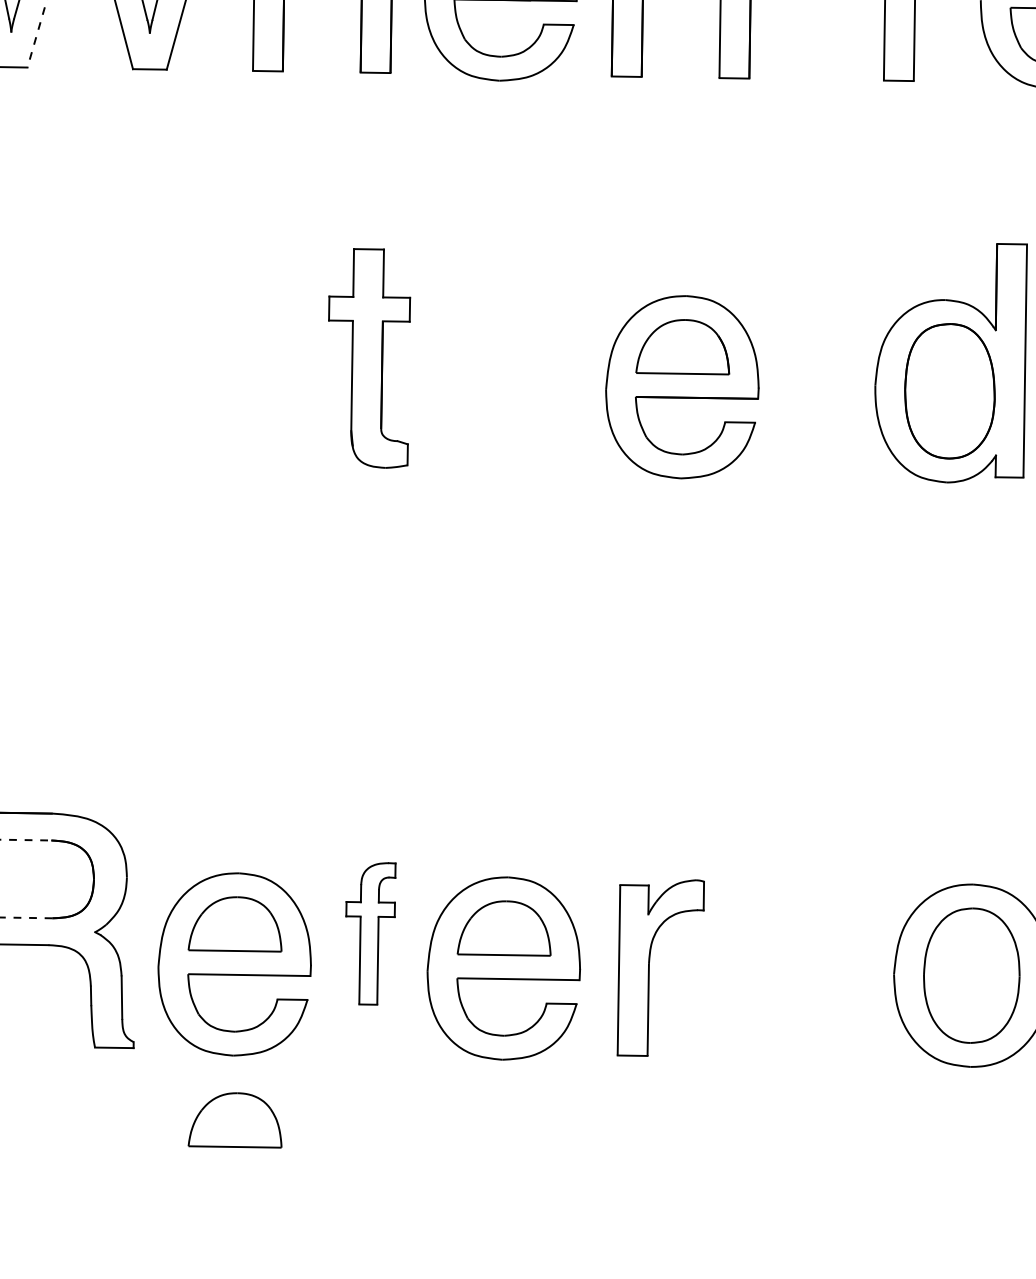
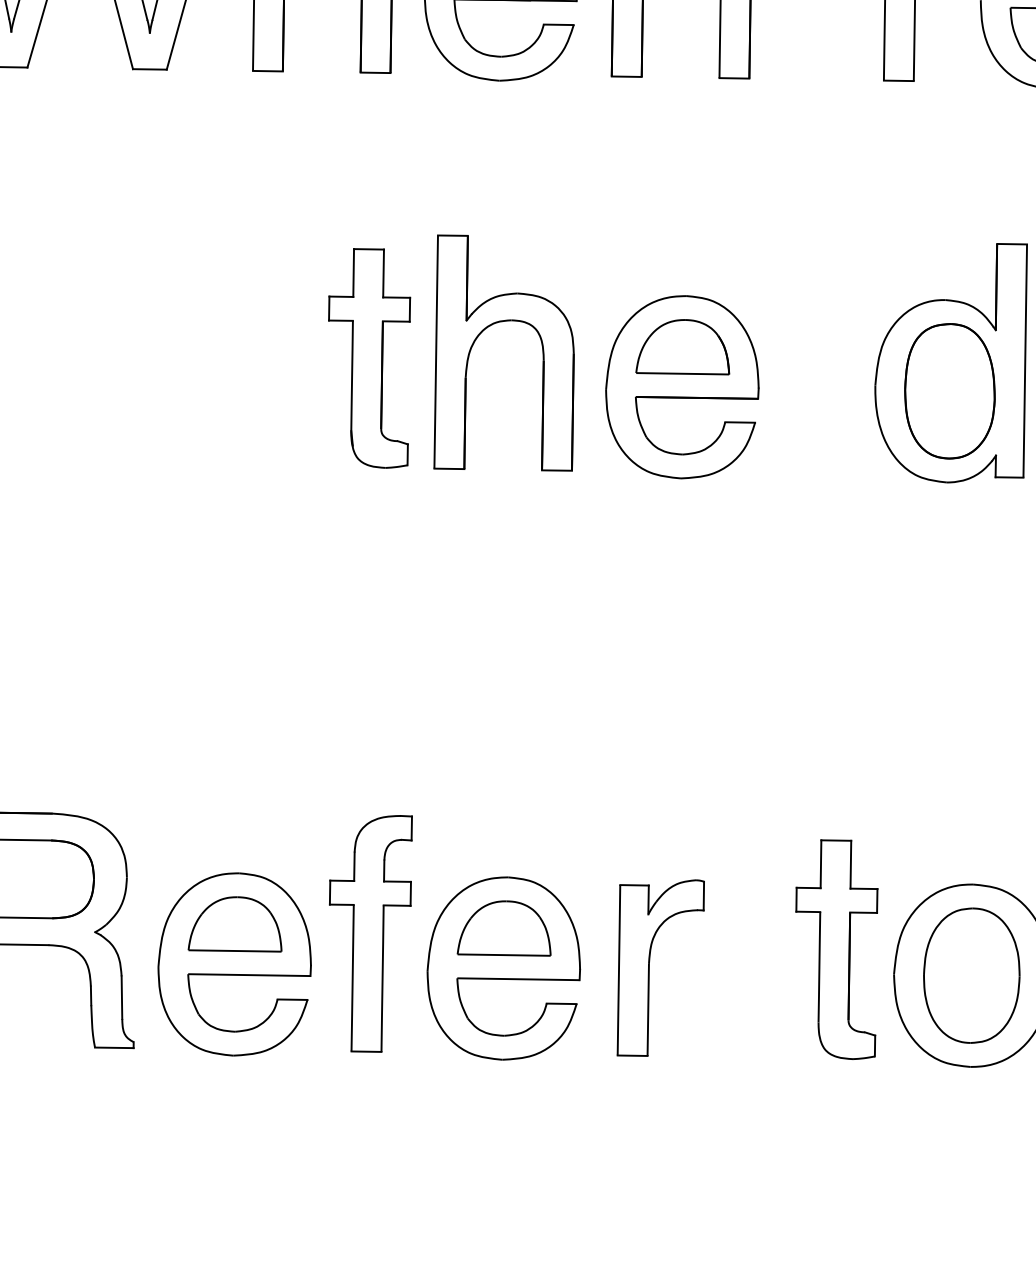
line at (37, 34): dashed -> solid
part at (487, 328): none -> present
line at (26, 840): dashed -> solid
line at (26, 917): dashed -> solid
part at (370, 933) size: 52x144 px -> 84x238 px
part at (836, 949): none -> present
part at (234, 1120): present -> none
